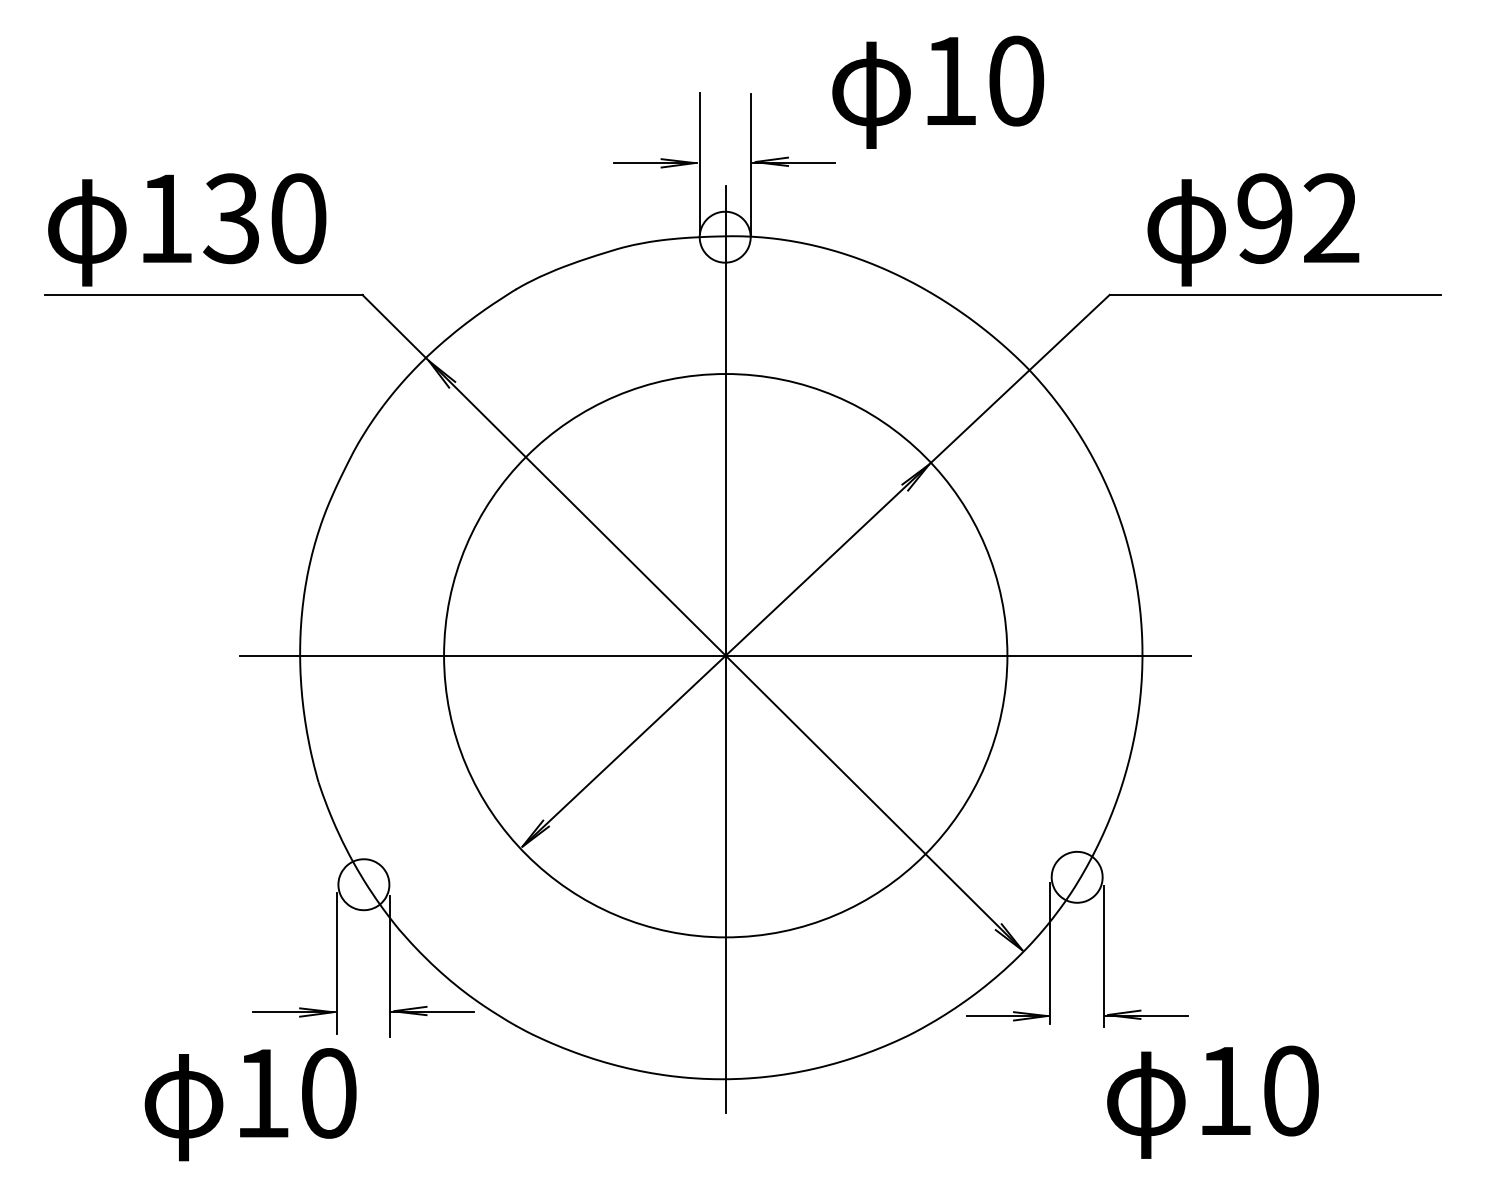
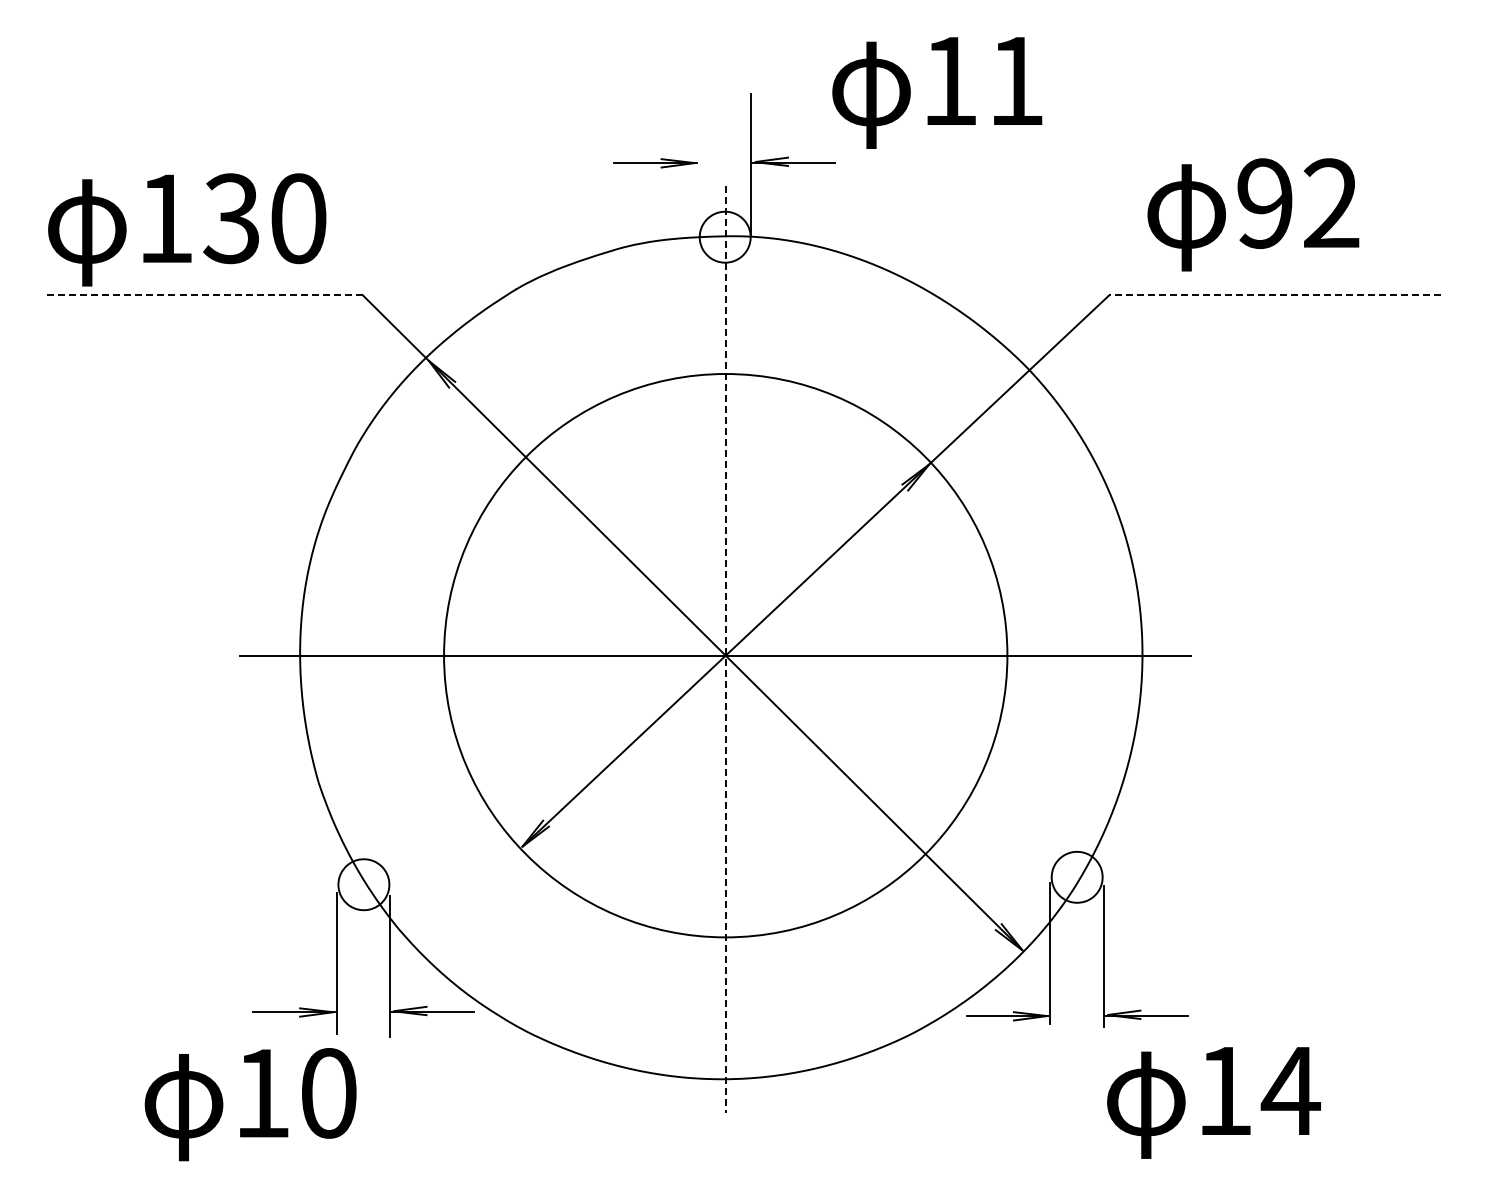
text at (1016, 80): 10 -> 11
line at (699, 162): present -> none
text at (1253, 229) position: (1253, 229) -> (1253, 214)
line at (203, 294): solid -> dashed
line at (1275, 294): solid -> dashed
line at (725, 650): solid -> dashed
text at (1290, 1090): 10 -> 14
